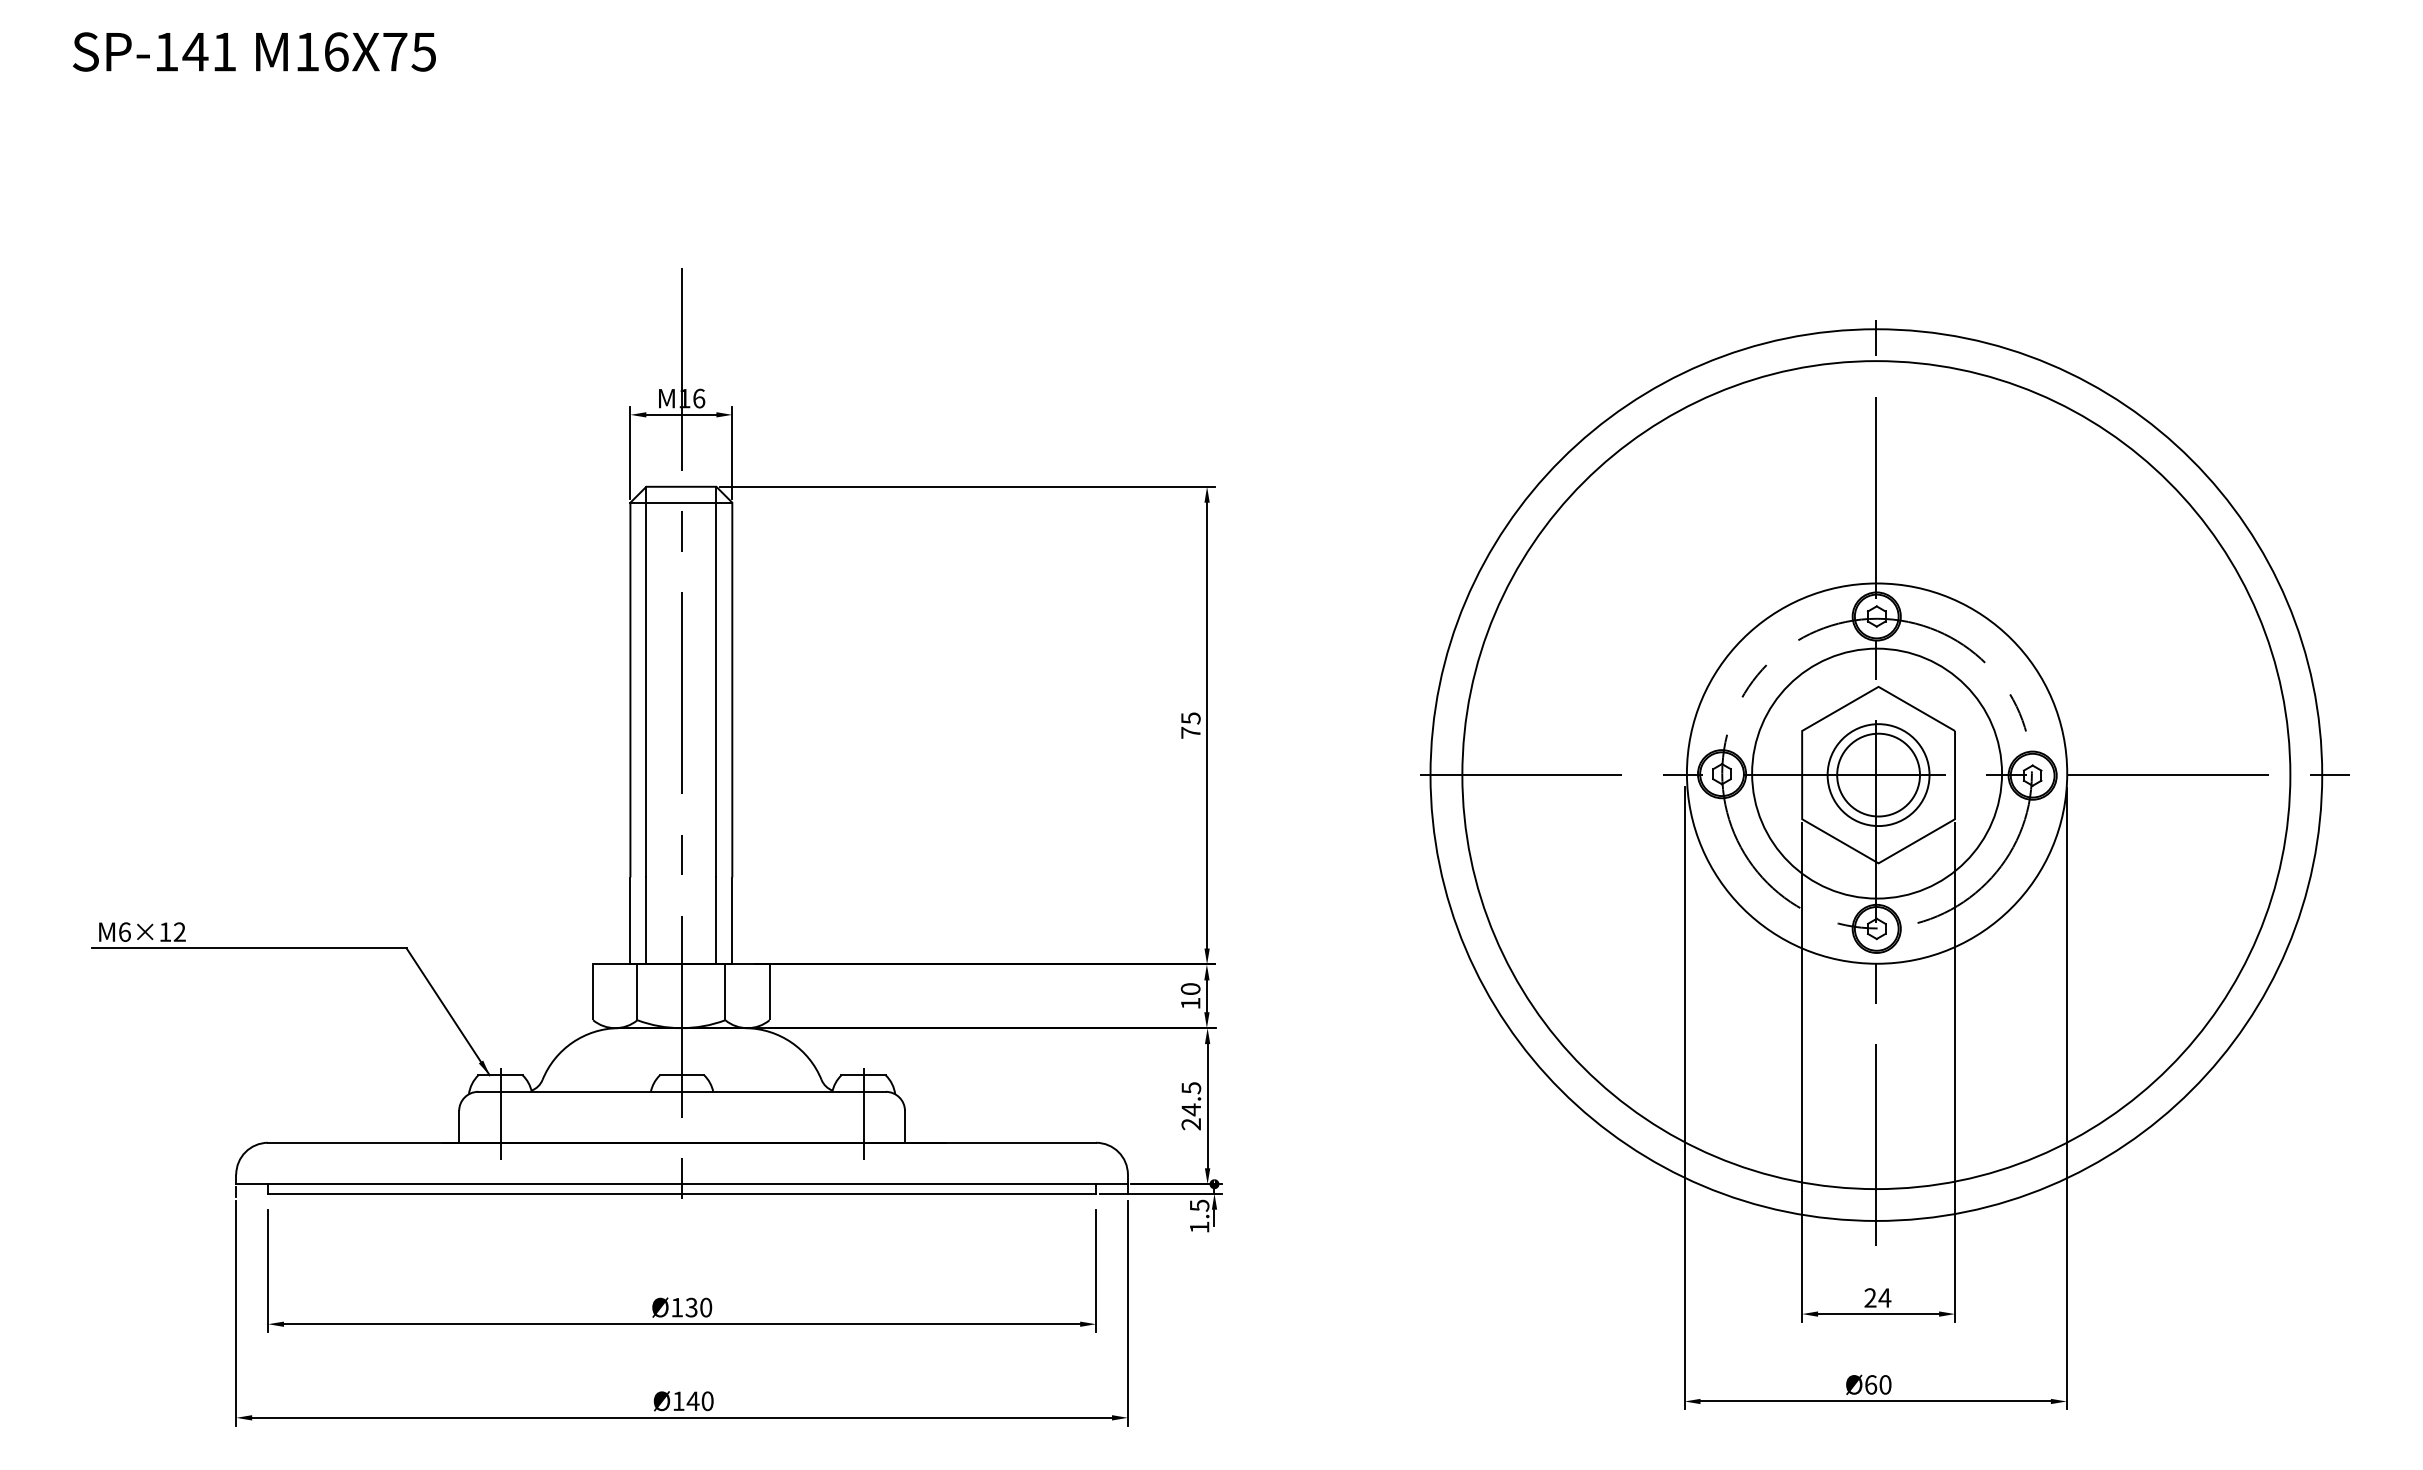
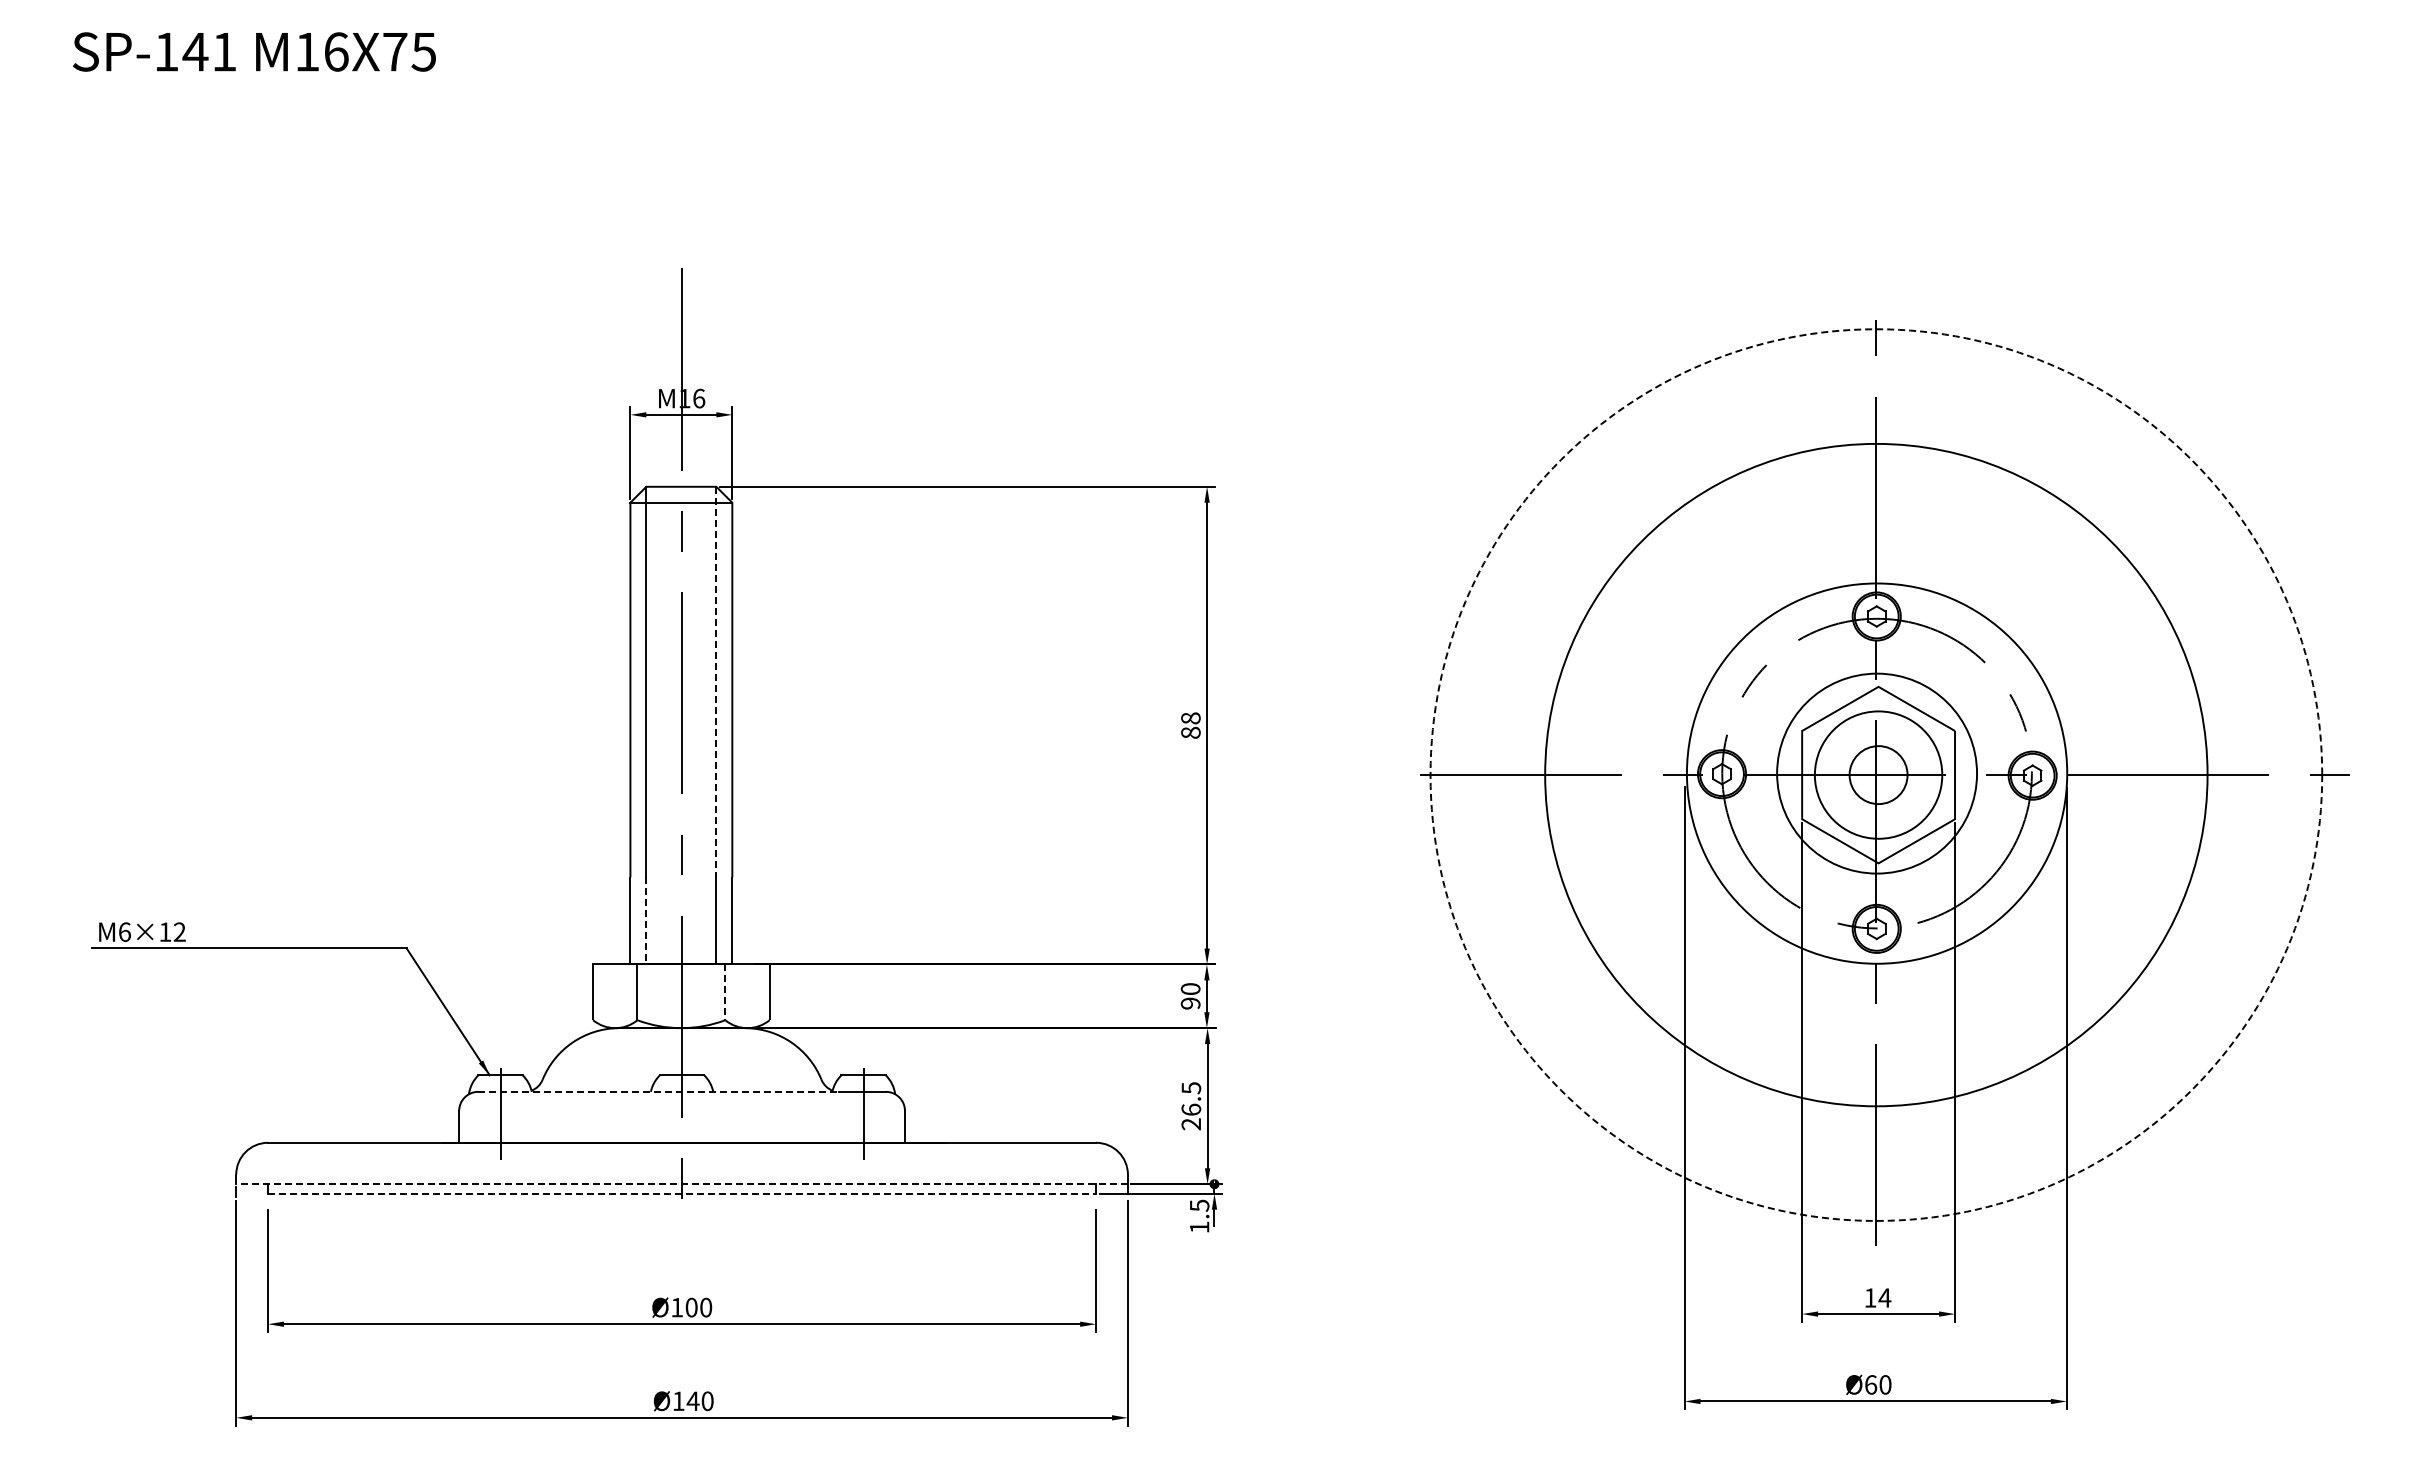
line at (716, 682): solid -> dashed
text at (1190, 725): 75 -> 88
circle at (1877, 773) diameter: 250 px -> 200 px
circle at (1876, 774): solid -> dashed
circle at (1878, 774) diameter: 83 px -> 58 px
circle at (1876, 775) diameter: 828 px -> 662 px
circle at (1878, 775) diameter: 102 px -> 127 px
line at (646, 920): solid -> dashed
line at (725, 992): solid -> dashed
text at (1190, 1003): 10 -> 90
line at (658, 1091): solid -> dashed
text at (1191, 1109): 24.5 -> 26.5
line at (682, 1184): solid -> dashed
line at (682, 1193): solid -> dashed
text at (1870, 1297): 24 -> 14
text at (691, 1307): Ø130 -> Ø100
